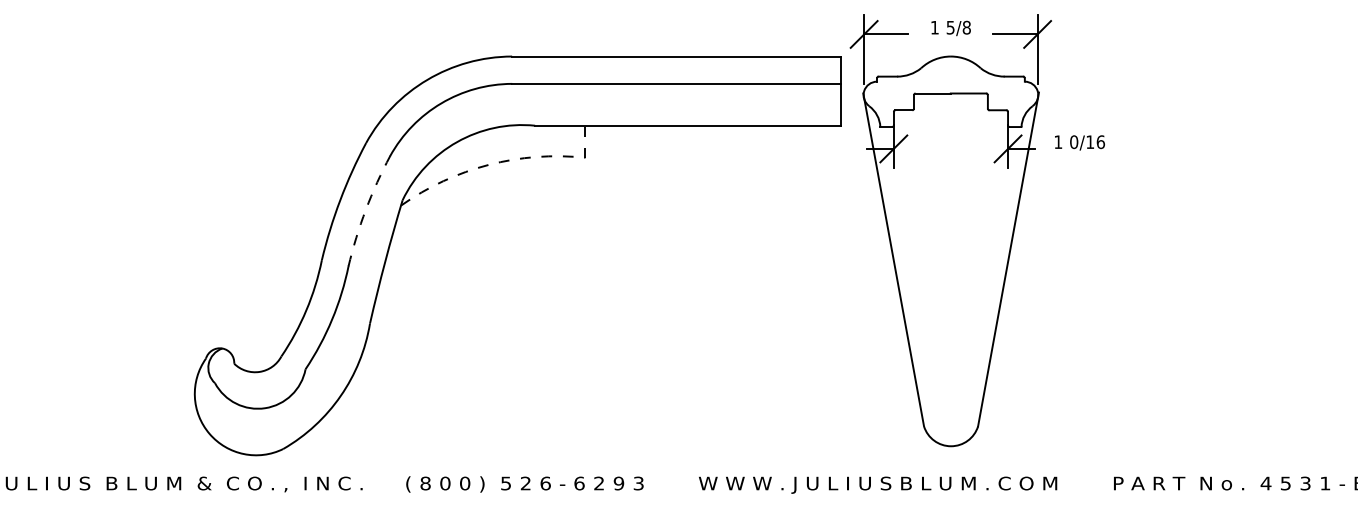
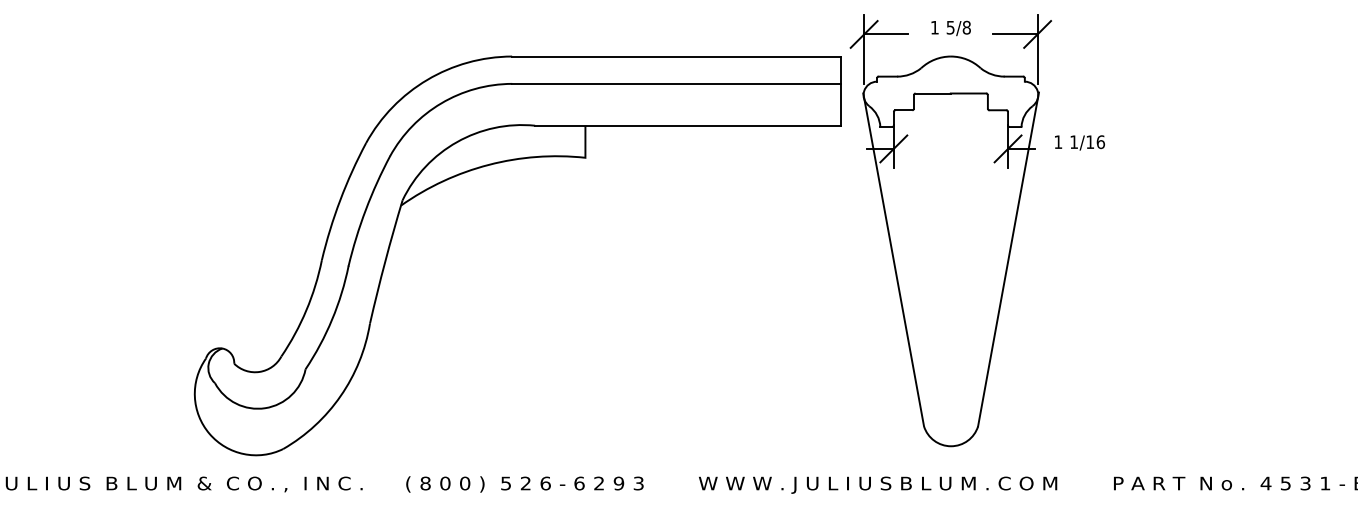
text at (1074, 142): 0/16 -> 1/16
line at (503, 161): dashed -> solid
arc at (365, 209): dashed -> solid
